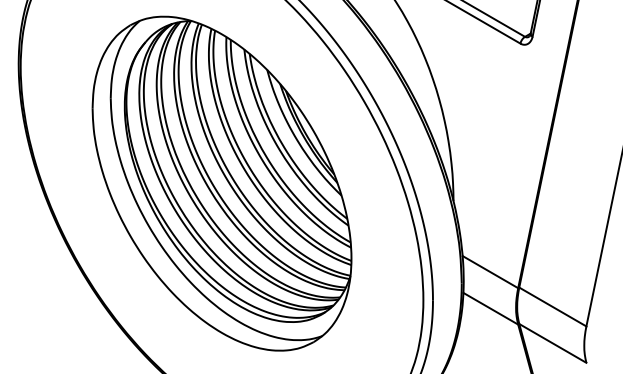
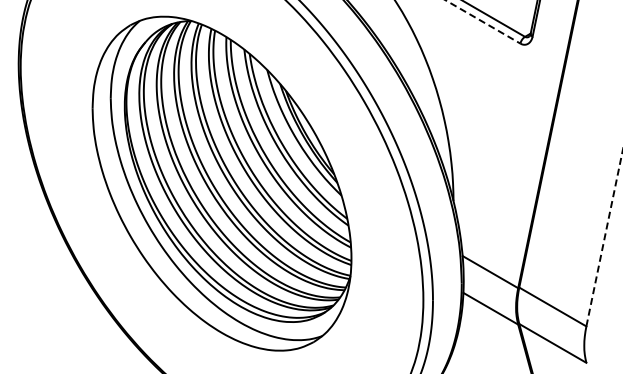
line at (483, 22): solid -> dashed
line at (604, 237): solid -> dashed
